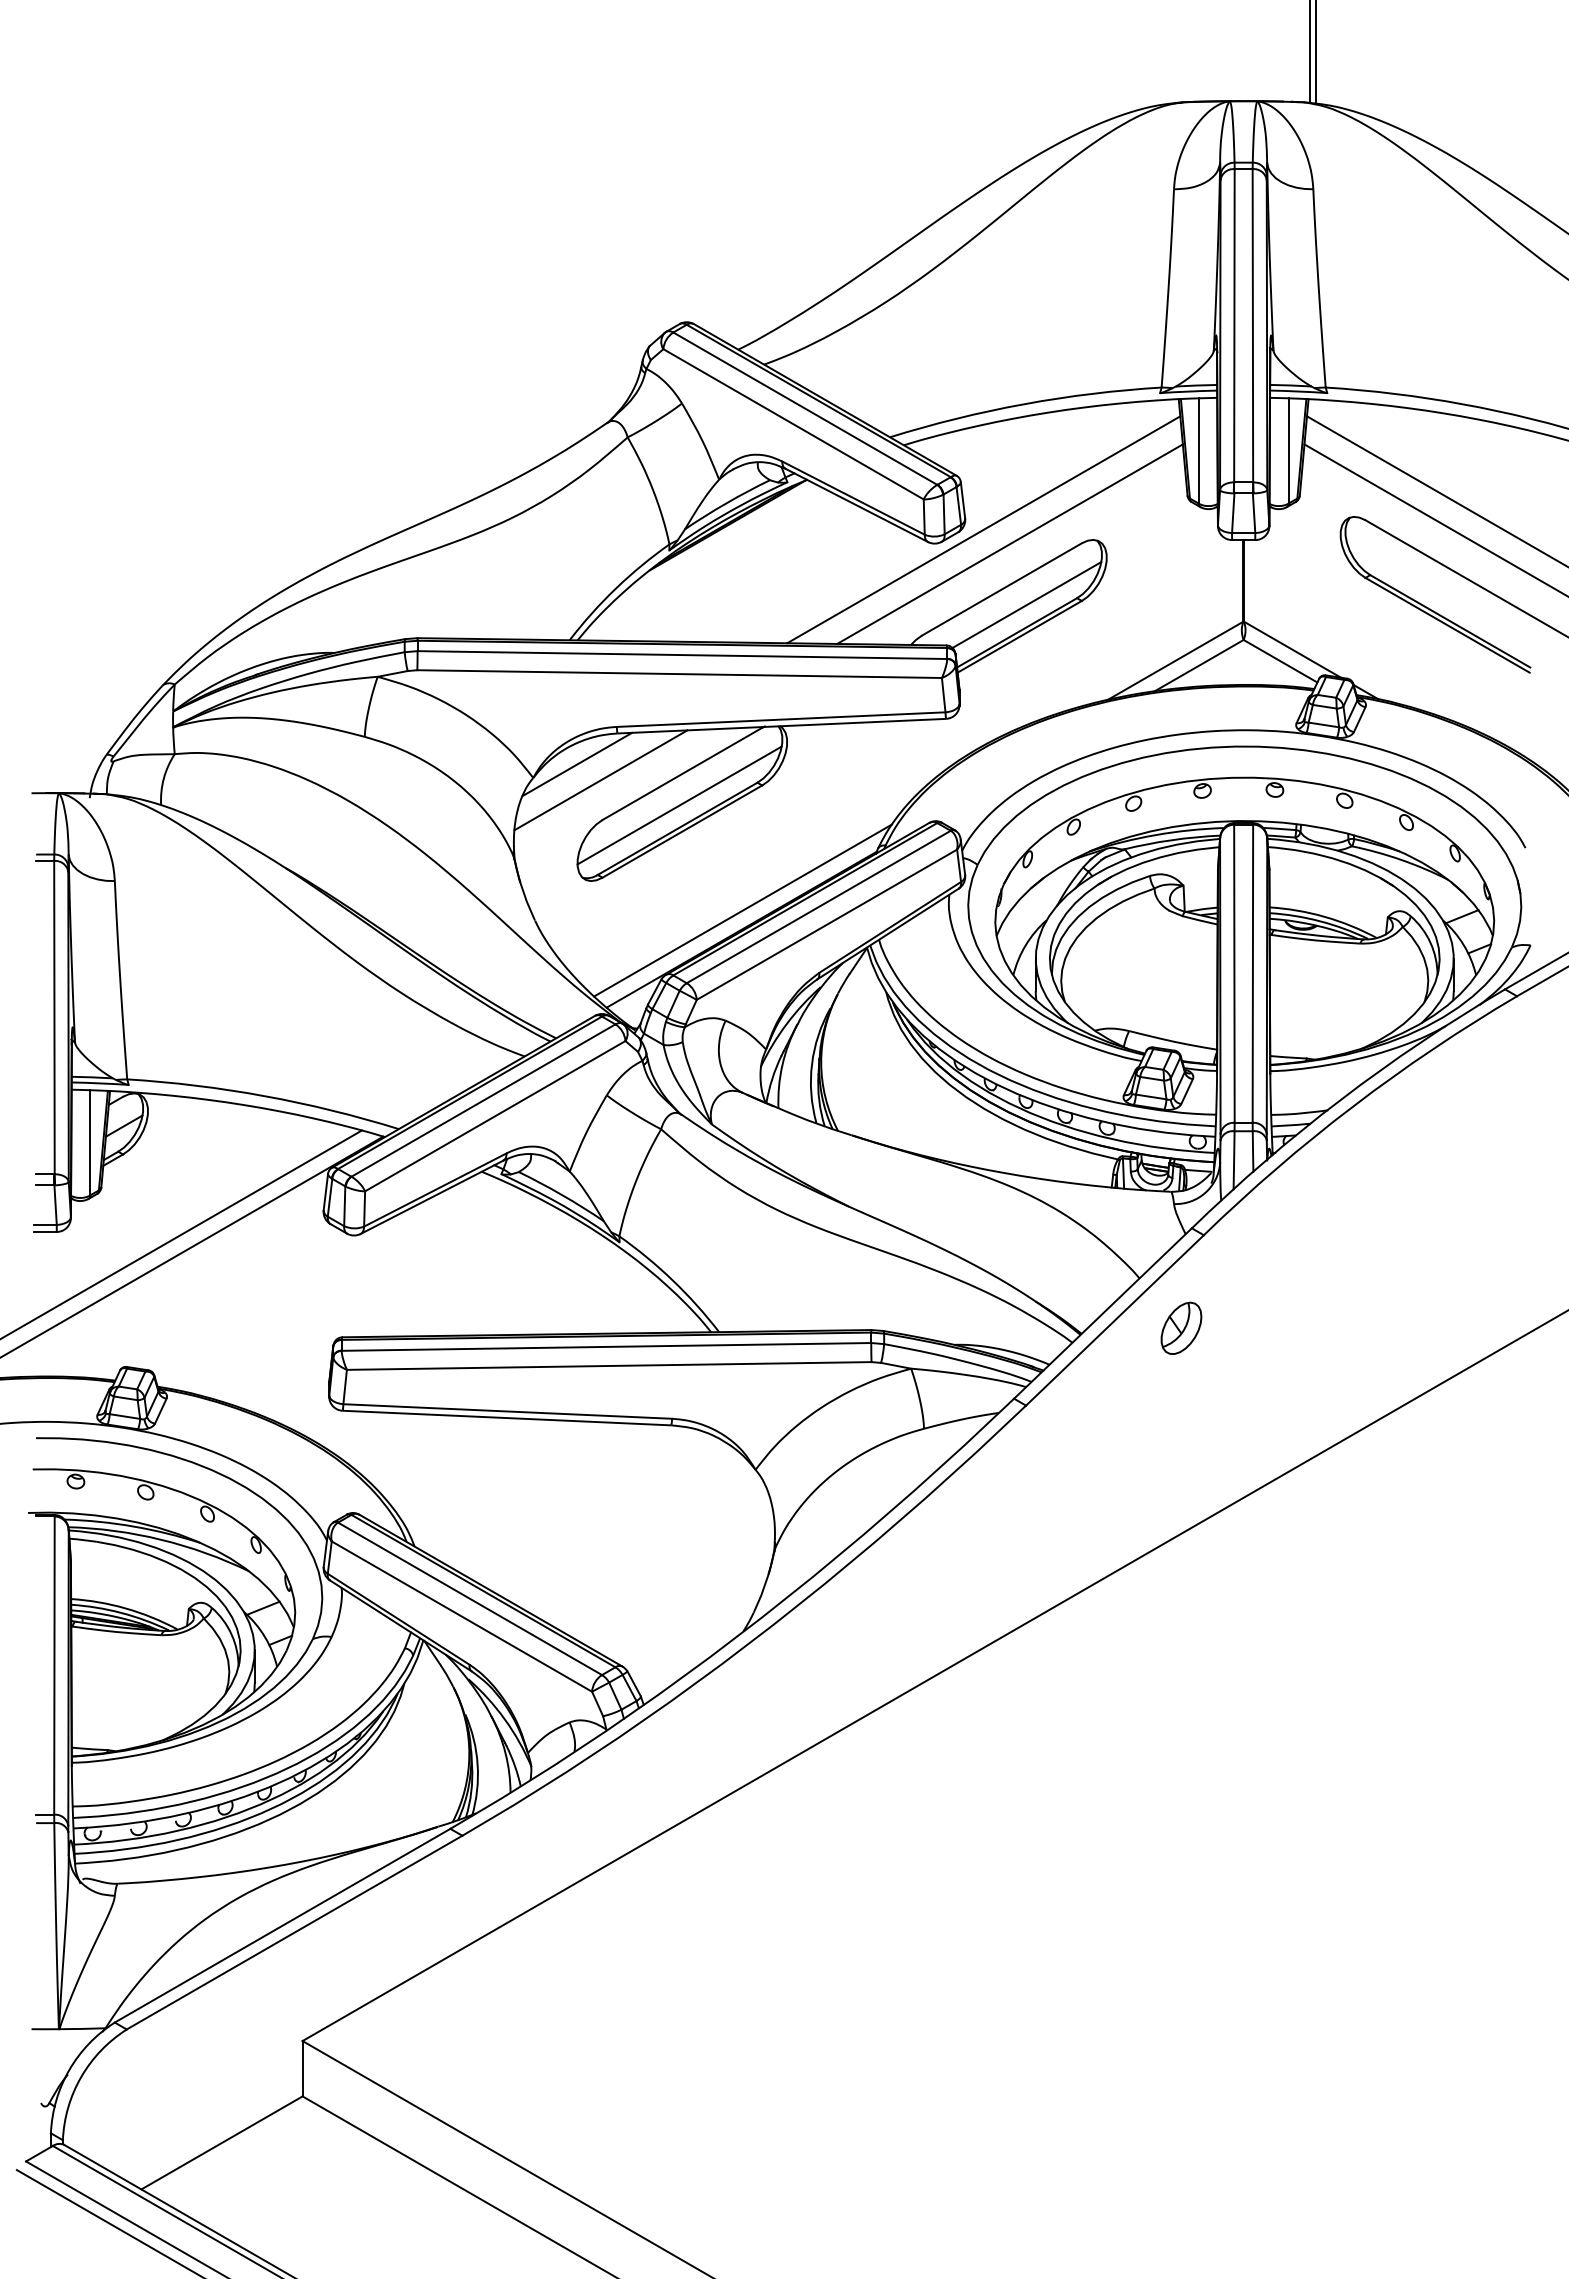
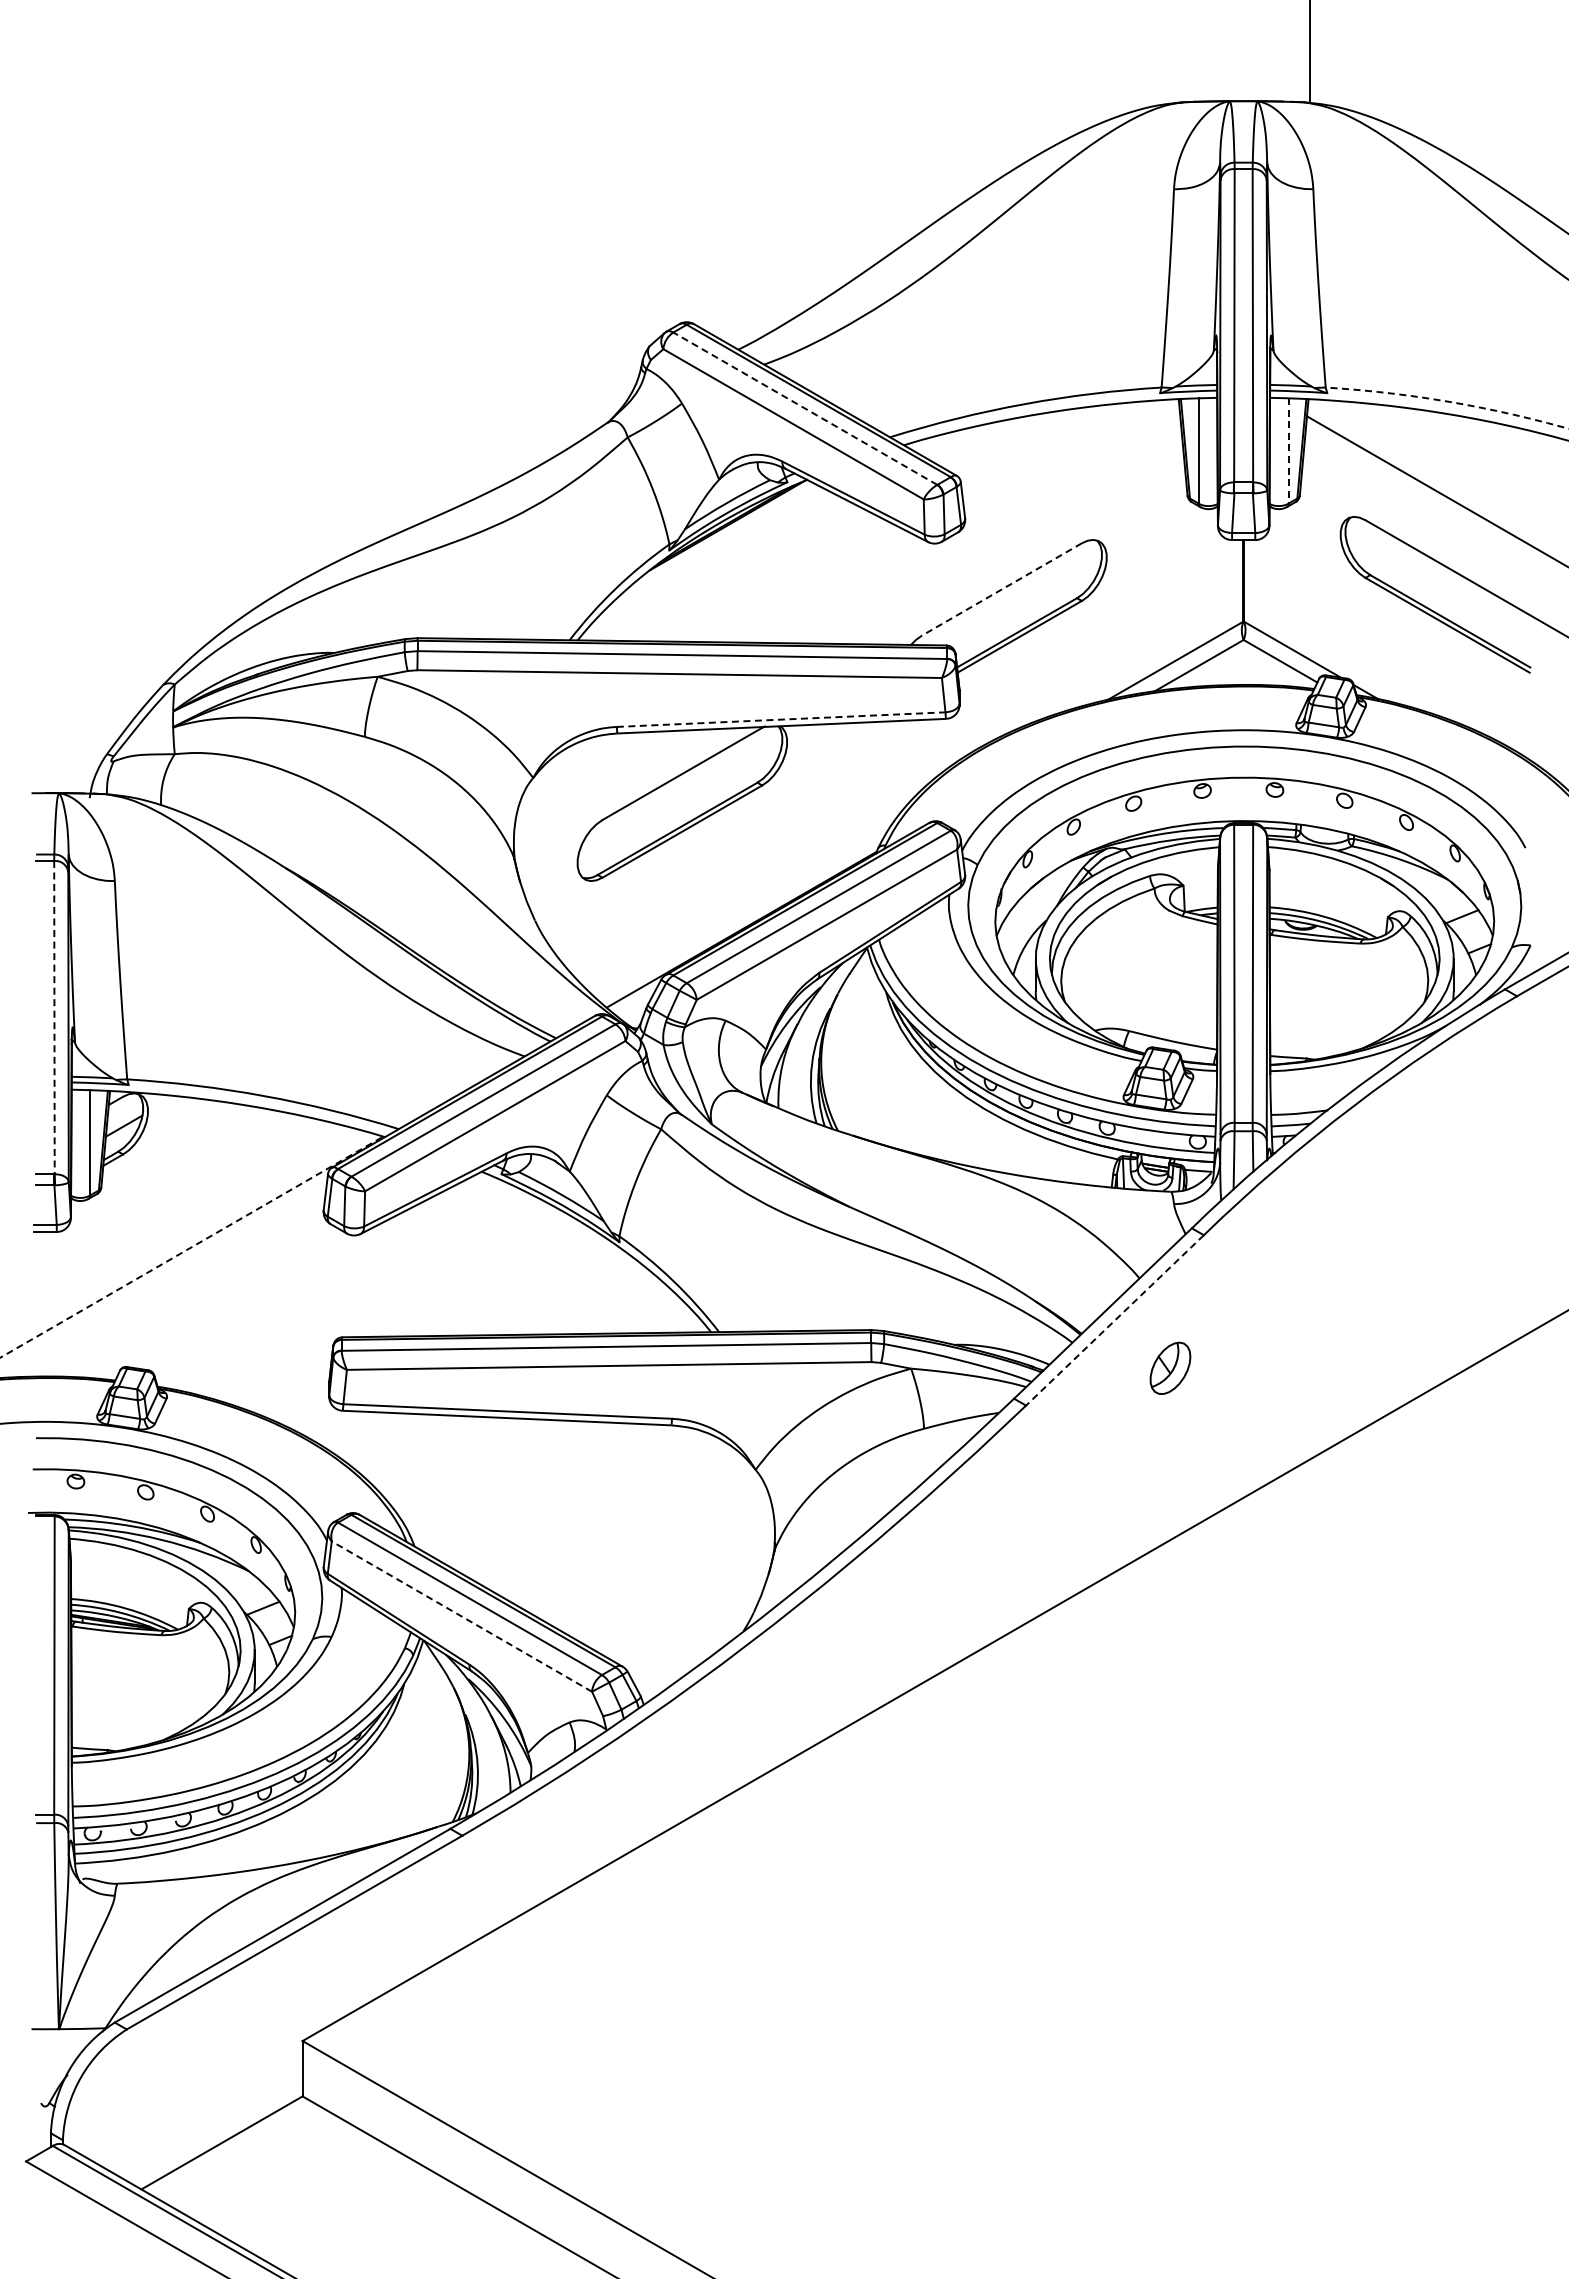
line at (1316, 52): present -> none
arc at (1448, 401): solid -> dashed
line at (804, 408): solid -> dashed
line at (1288, 450): solid -> dashed
line at (1434, 519): present -> none
line at (983, 529): present -> none
line at (1009, 543): present -> none
line at (1001, 589): solid -> dashed
line at (1026, 605): present -> none
line at (781, 719): solid -> dashed
line at (577, 763): present -> none
line at (600, 780): present -> none
line at (679, 805): present -> none
line at (742, 910): present -> none
line at (54, 1017): solid -> dashed
line at (181, 1234): present -> none
line at (192, 1246): solid -> dashed
line at (1114, 1320): solid -> dashed
part at (1181, 1327) position: (1181, 1327) -> (1170, 1367)
line at (461, 1616): solid -> dashed
line at (107, 2222): present -> none
